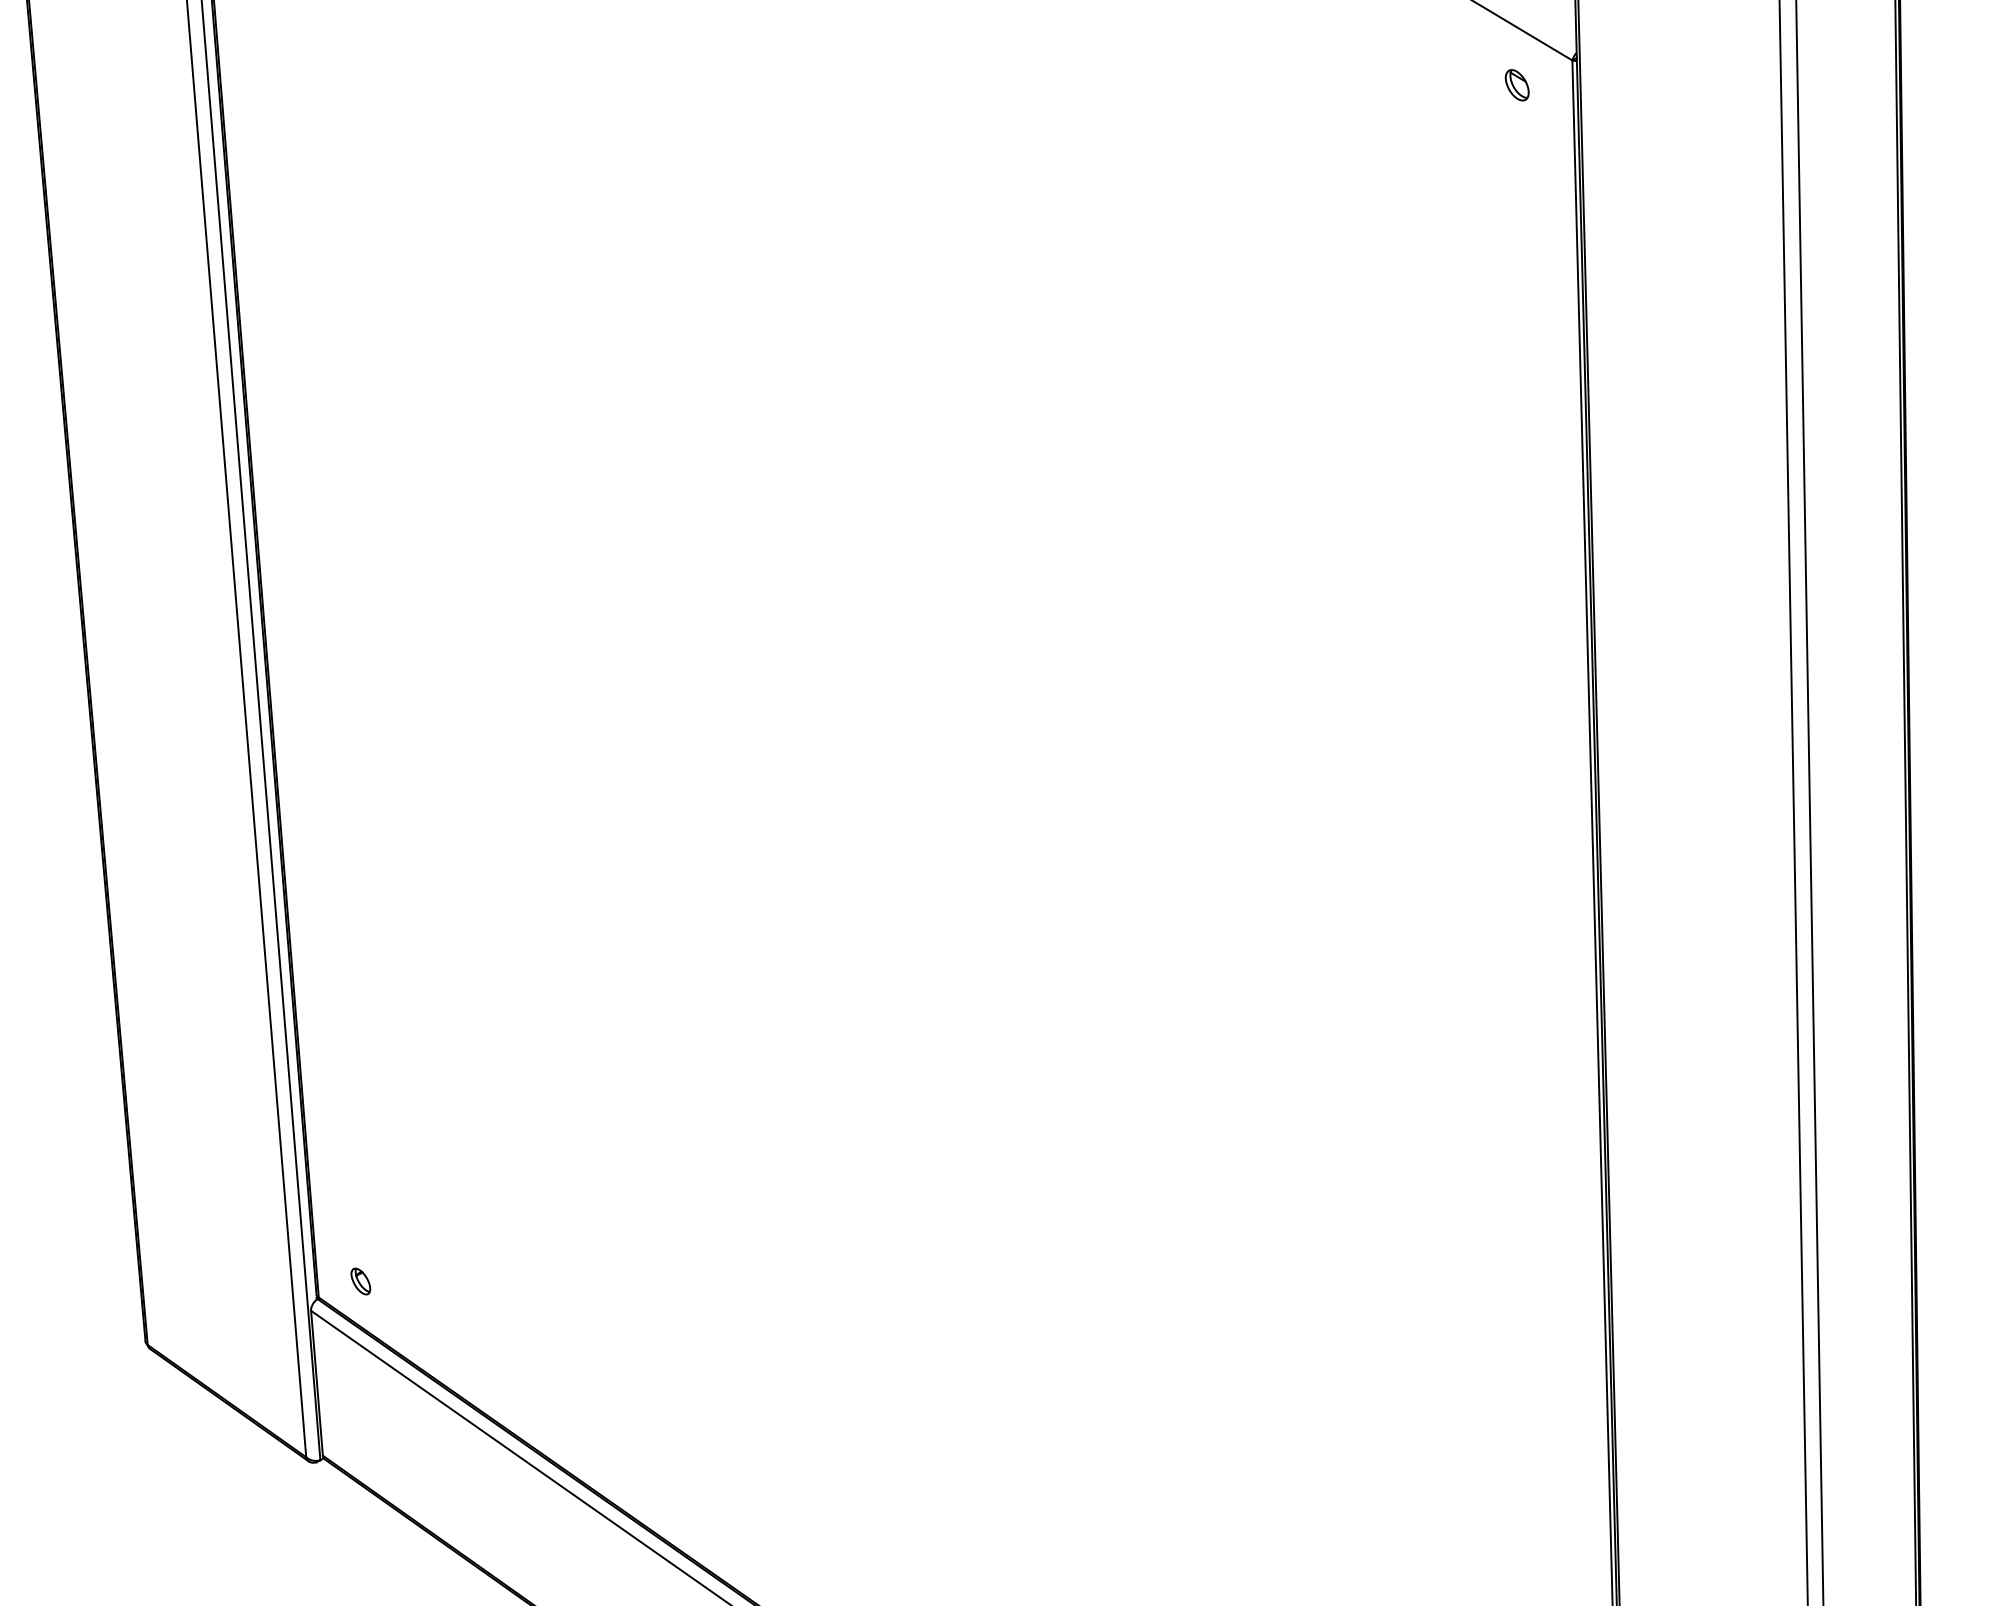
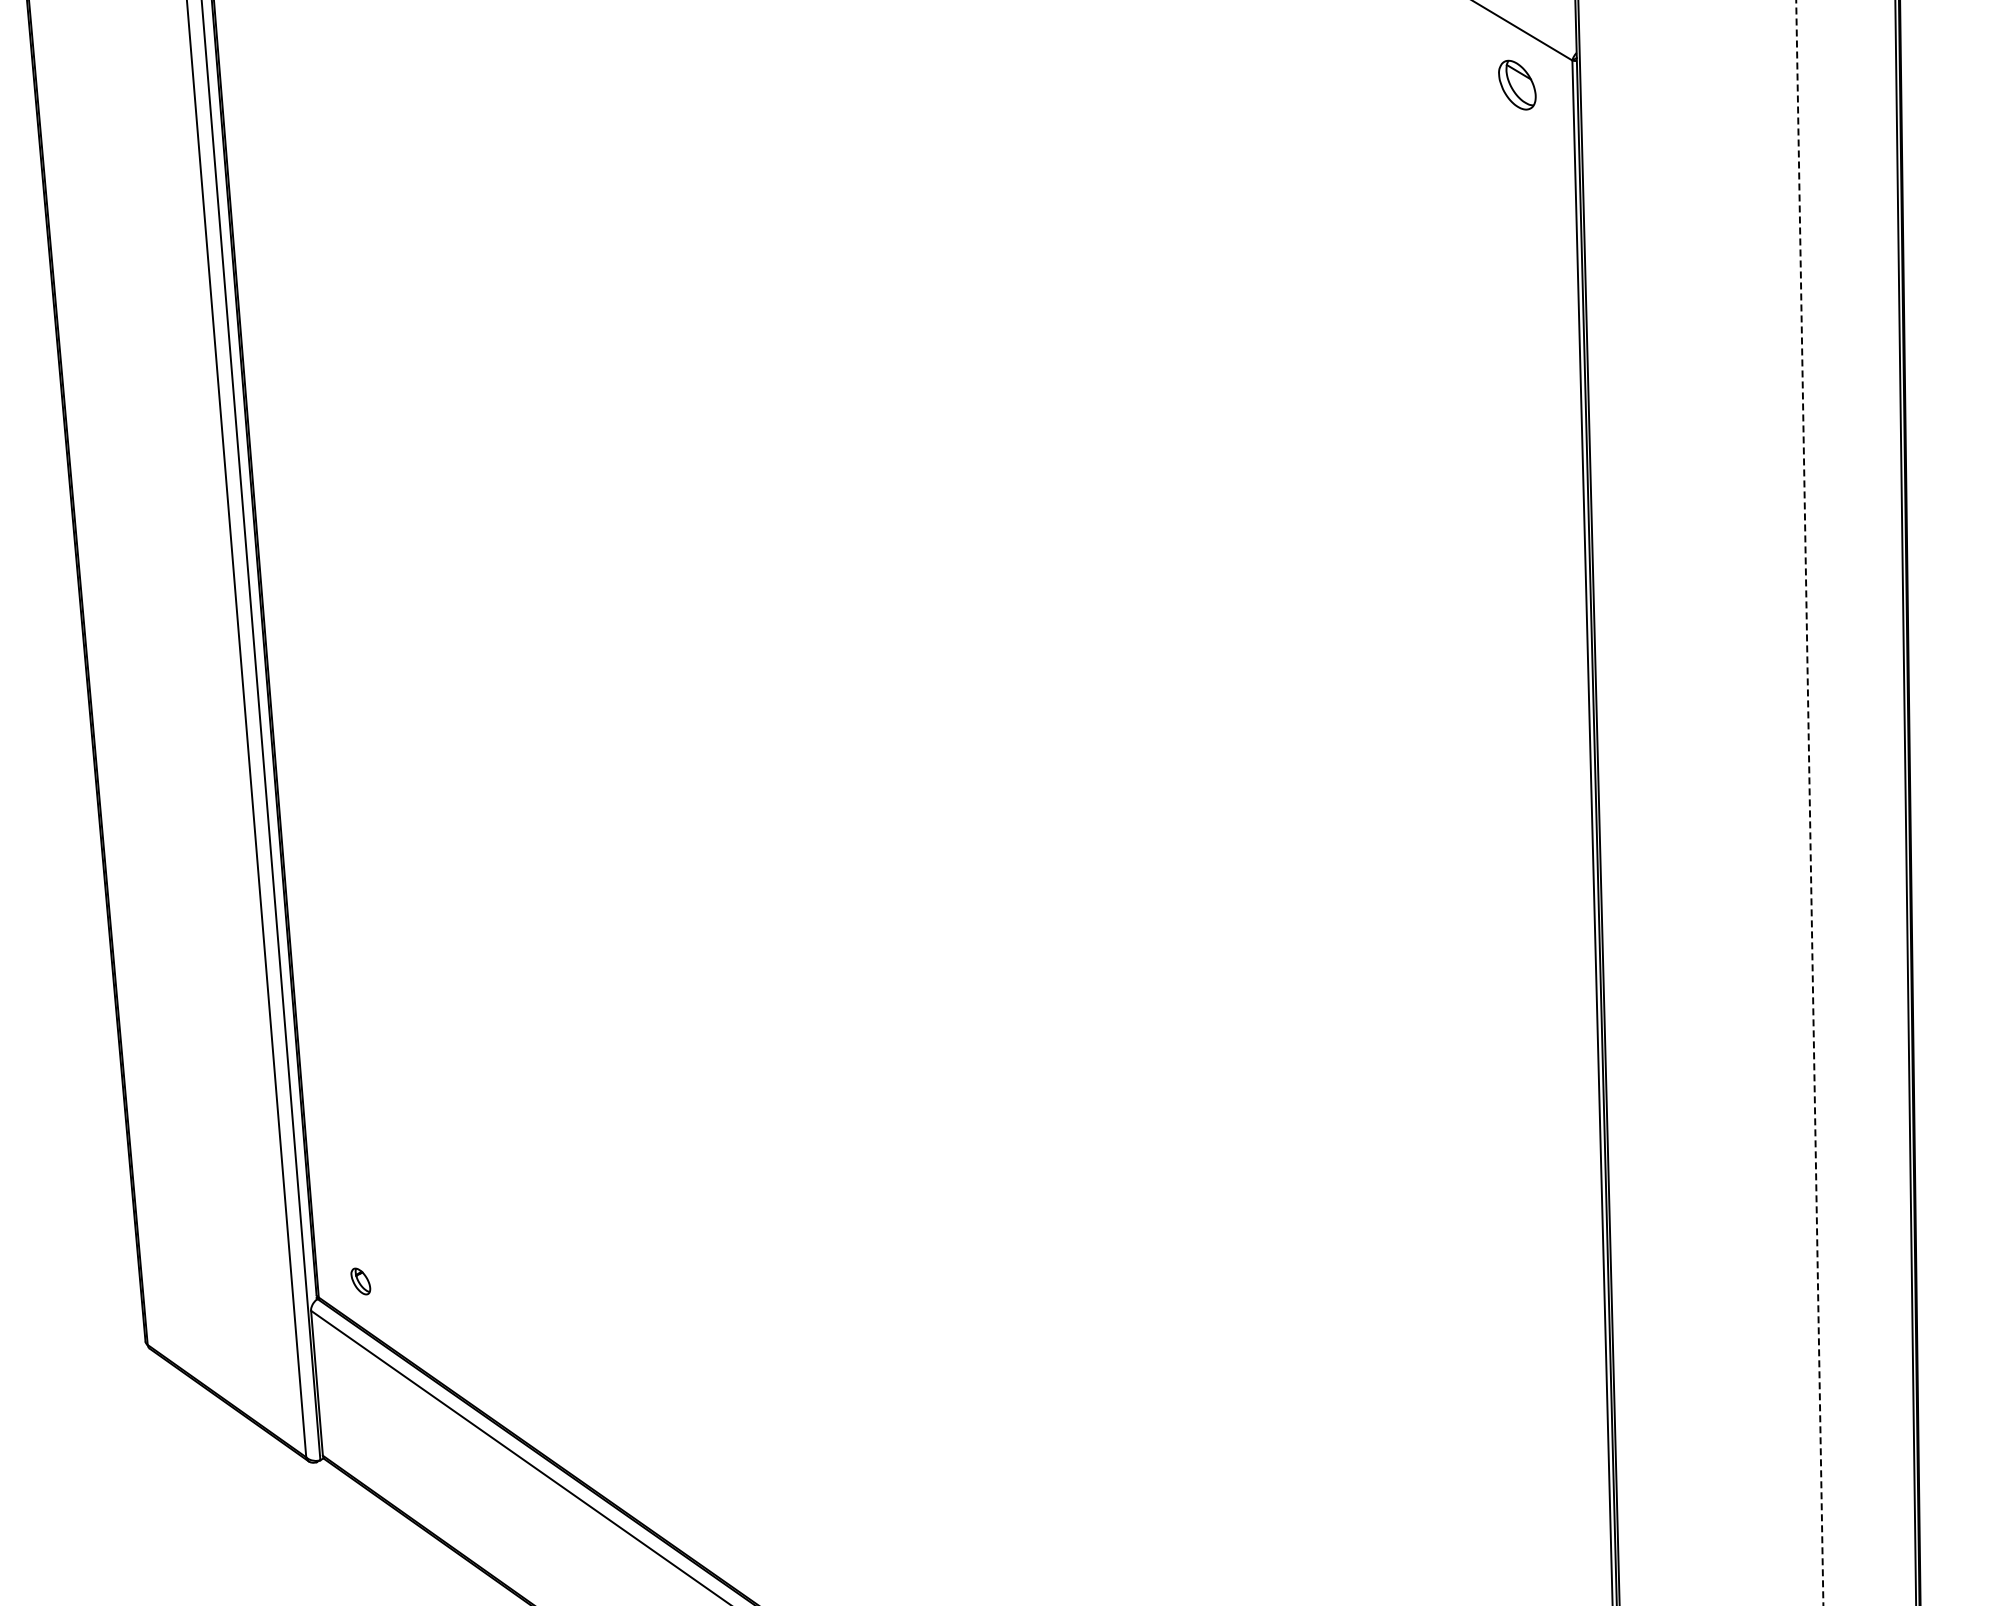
part at (1516, 85) size: 26x33 px -> 39x52 px
line at (1793, 802): present -> none
line at (1809, 802): solid -> dashed
